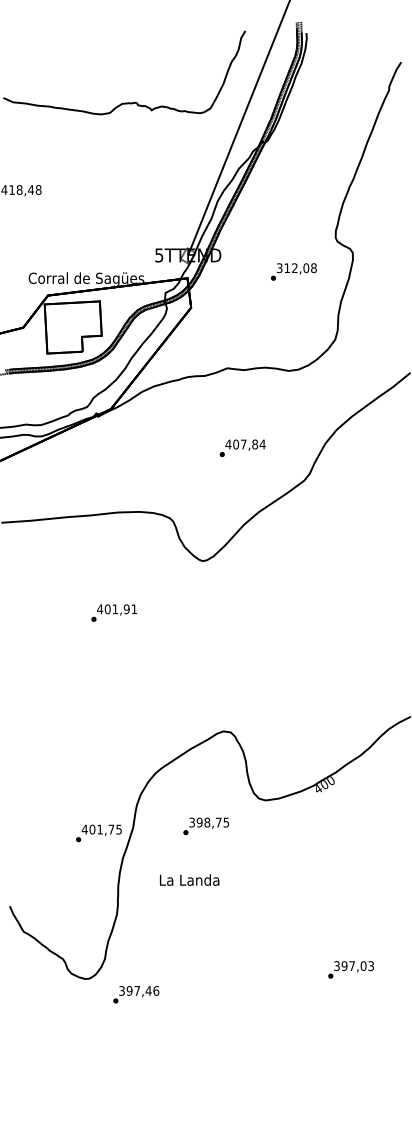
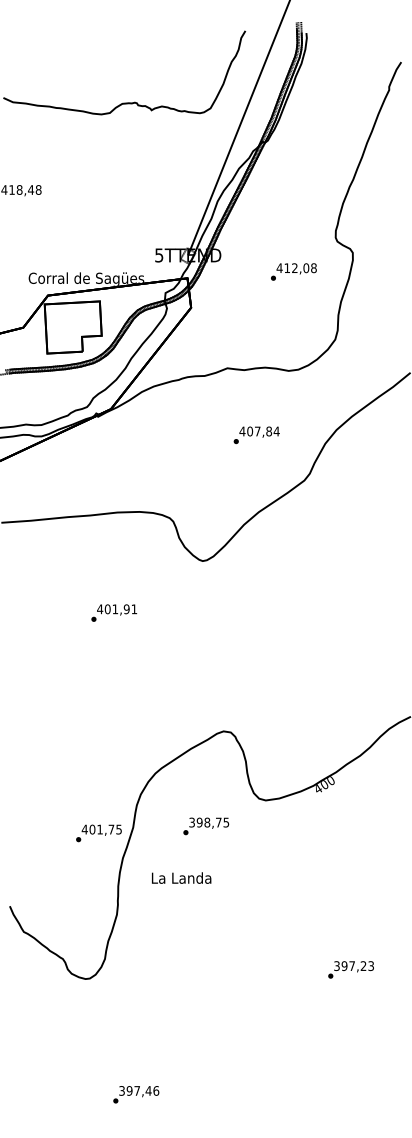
text at (279, 268): 312,08 -> 412,08
text at (242, 448) position: (242, 448) -> (256, 435)
text at (189, 879) position: (189, 879) -> (181, 877)
text at (363, 966): 397,03 -> 397,23
text at (136, 994) position: (136, 994) -> (136, 1094)
